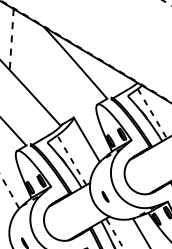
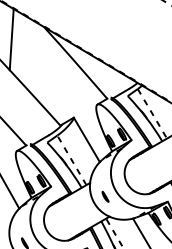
line at (11, 39): dashed -> solid
line at (9, 191): dashed -> solid
